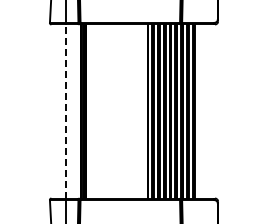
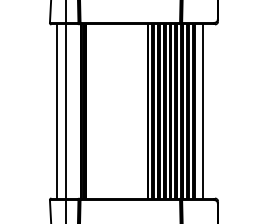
line at (57, 111): none -> present
line at (65, 111): dashed -> solid
line at (203, 111): none -> present
